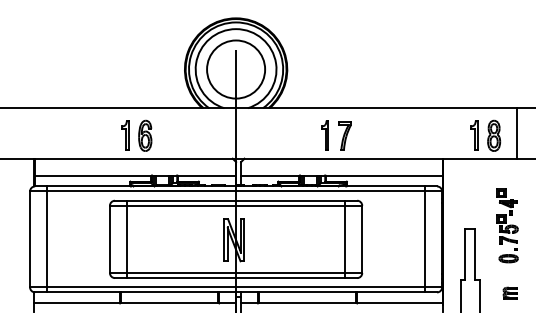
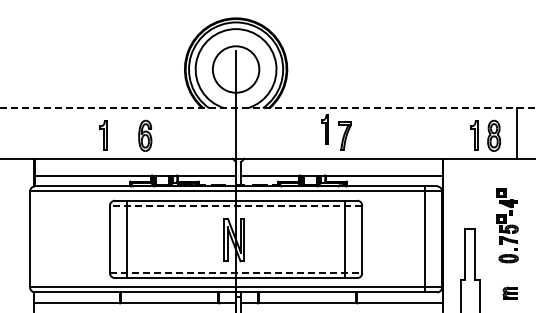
circle at (236, 69) diameter: 58 px -> 46 px
line at (268, 108): solid -> dashed
part at (125, 135) position: (125, 135) -> (103, 135)
part at (324, 135) position: (324, 135) -> (324, 129)
line at (235, 205): solid -> dashed
line at (46, 239): present -> none
line at (236, 273): solid -> dashed
